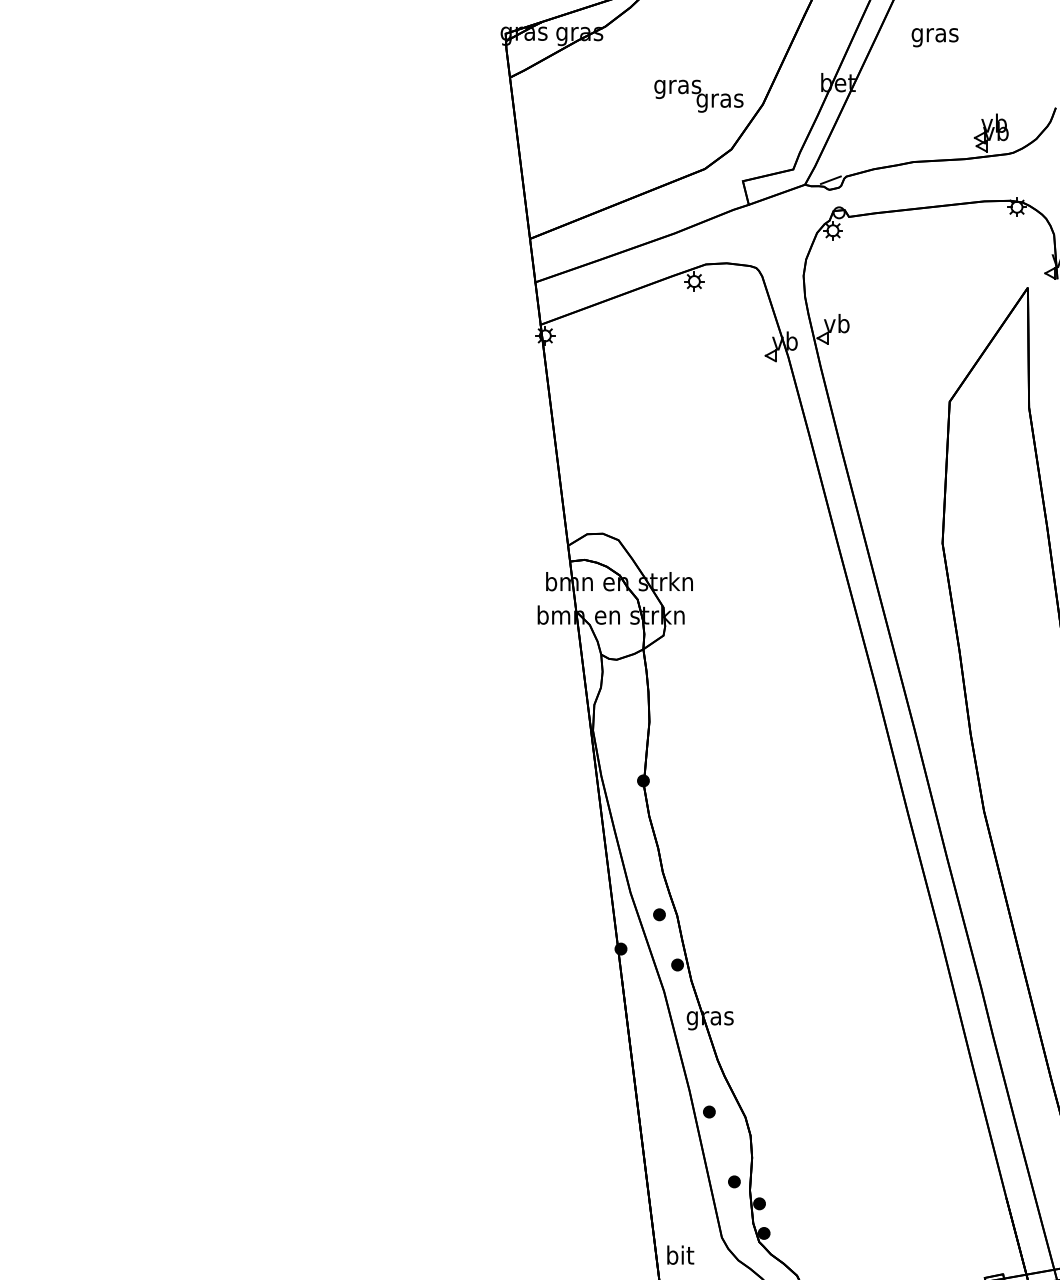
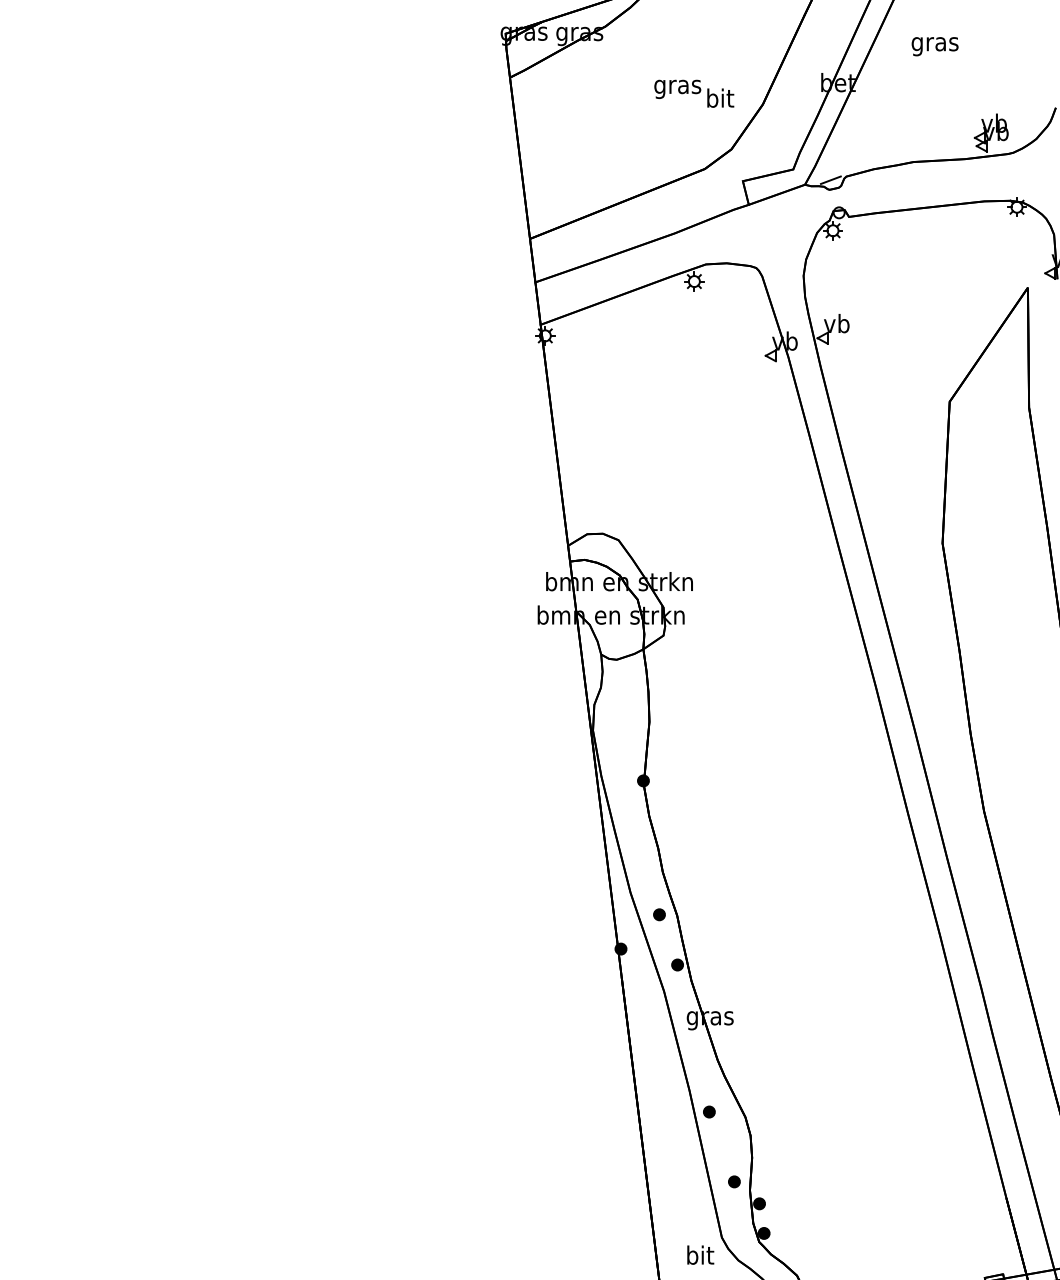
text at (934, 37) position: (934, 37) -> (934, 46)
text at (719, 100): gras -> bit
text at (680, 1254) position: (680, 1254) -> (700, 1254)
